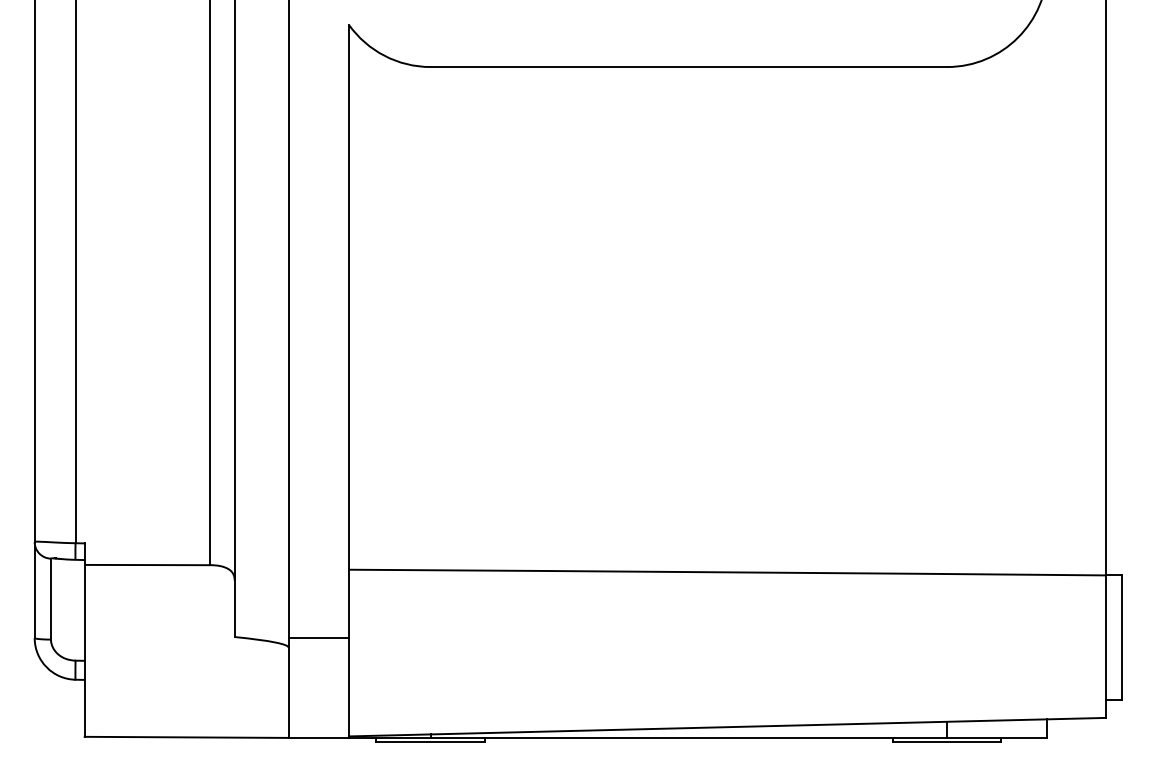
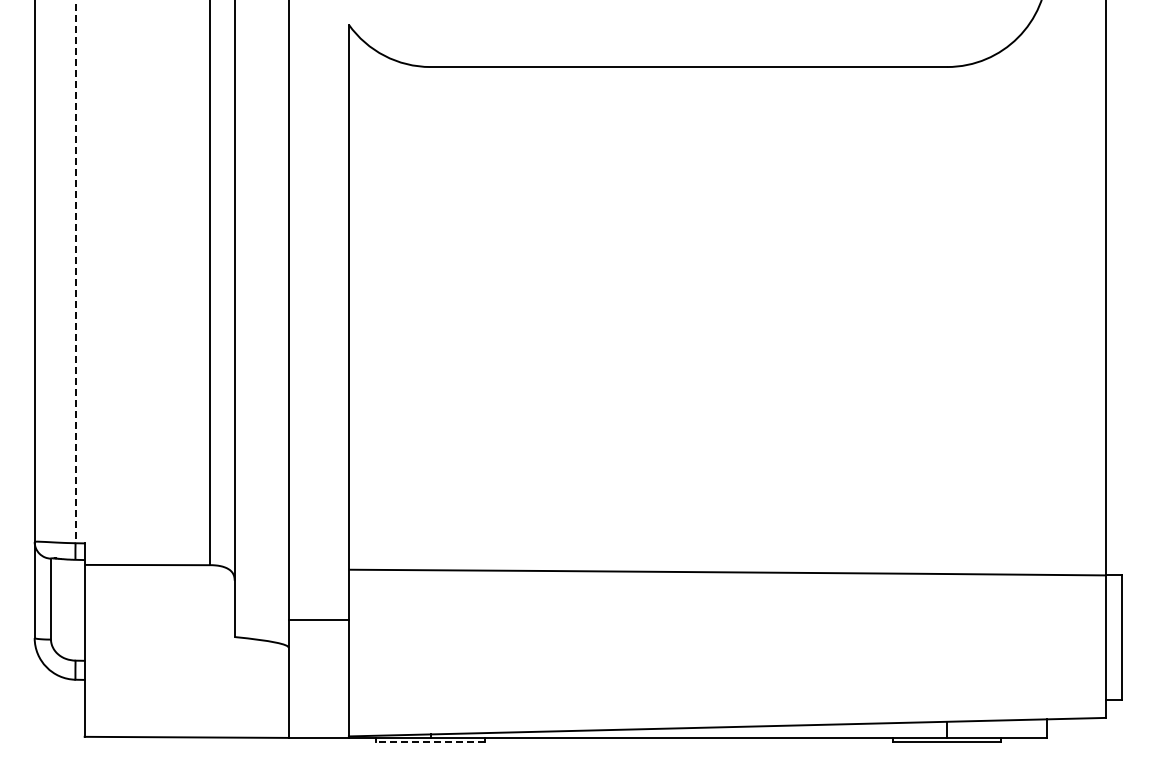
line at (75, 272): solid -> dashed
line at (318, 637) position: (318, 637) -> (318, 619)
line at (430, 742): solid -> dashed
